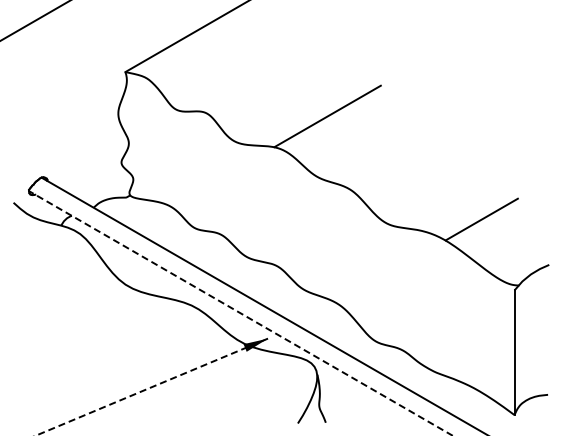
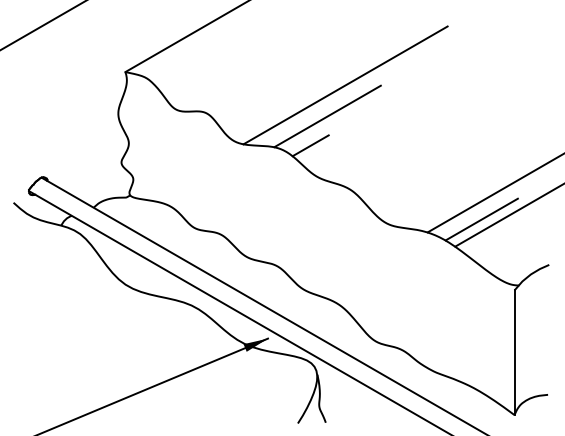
line at (34, 21) position: (34, 21) -> (43, 25)
line at (345, 85): none -> present
line at (310, 145): none -> present
line at (494, 193): none -> present
line at (508, 215): none -> present
line at (240, 313): dashed -> solid
line at (151, 387): dashed -> solid
